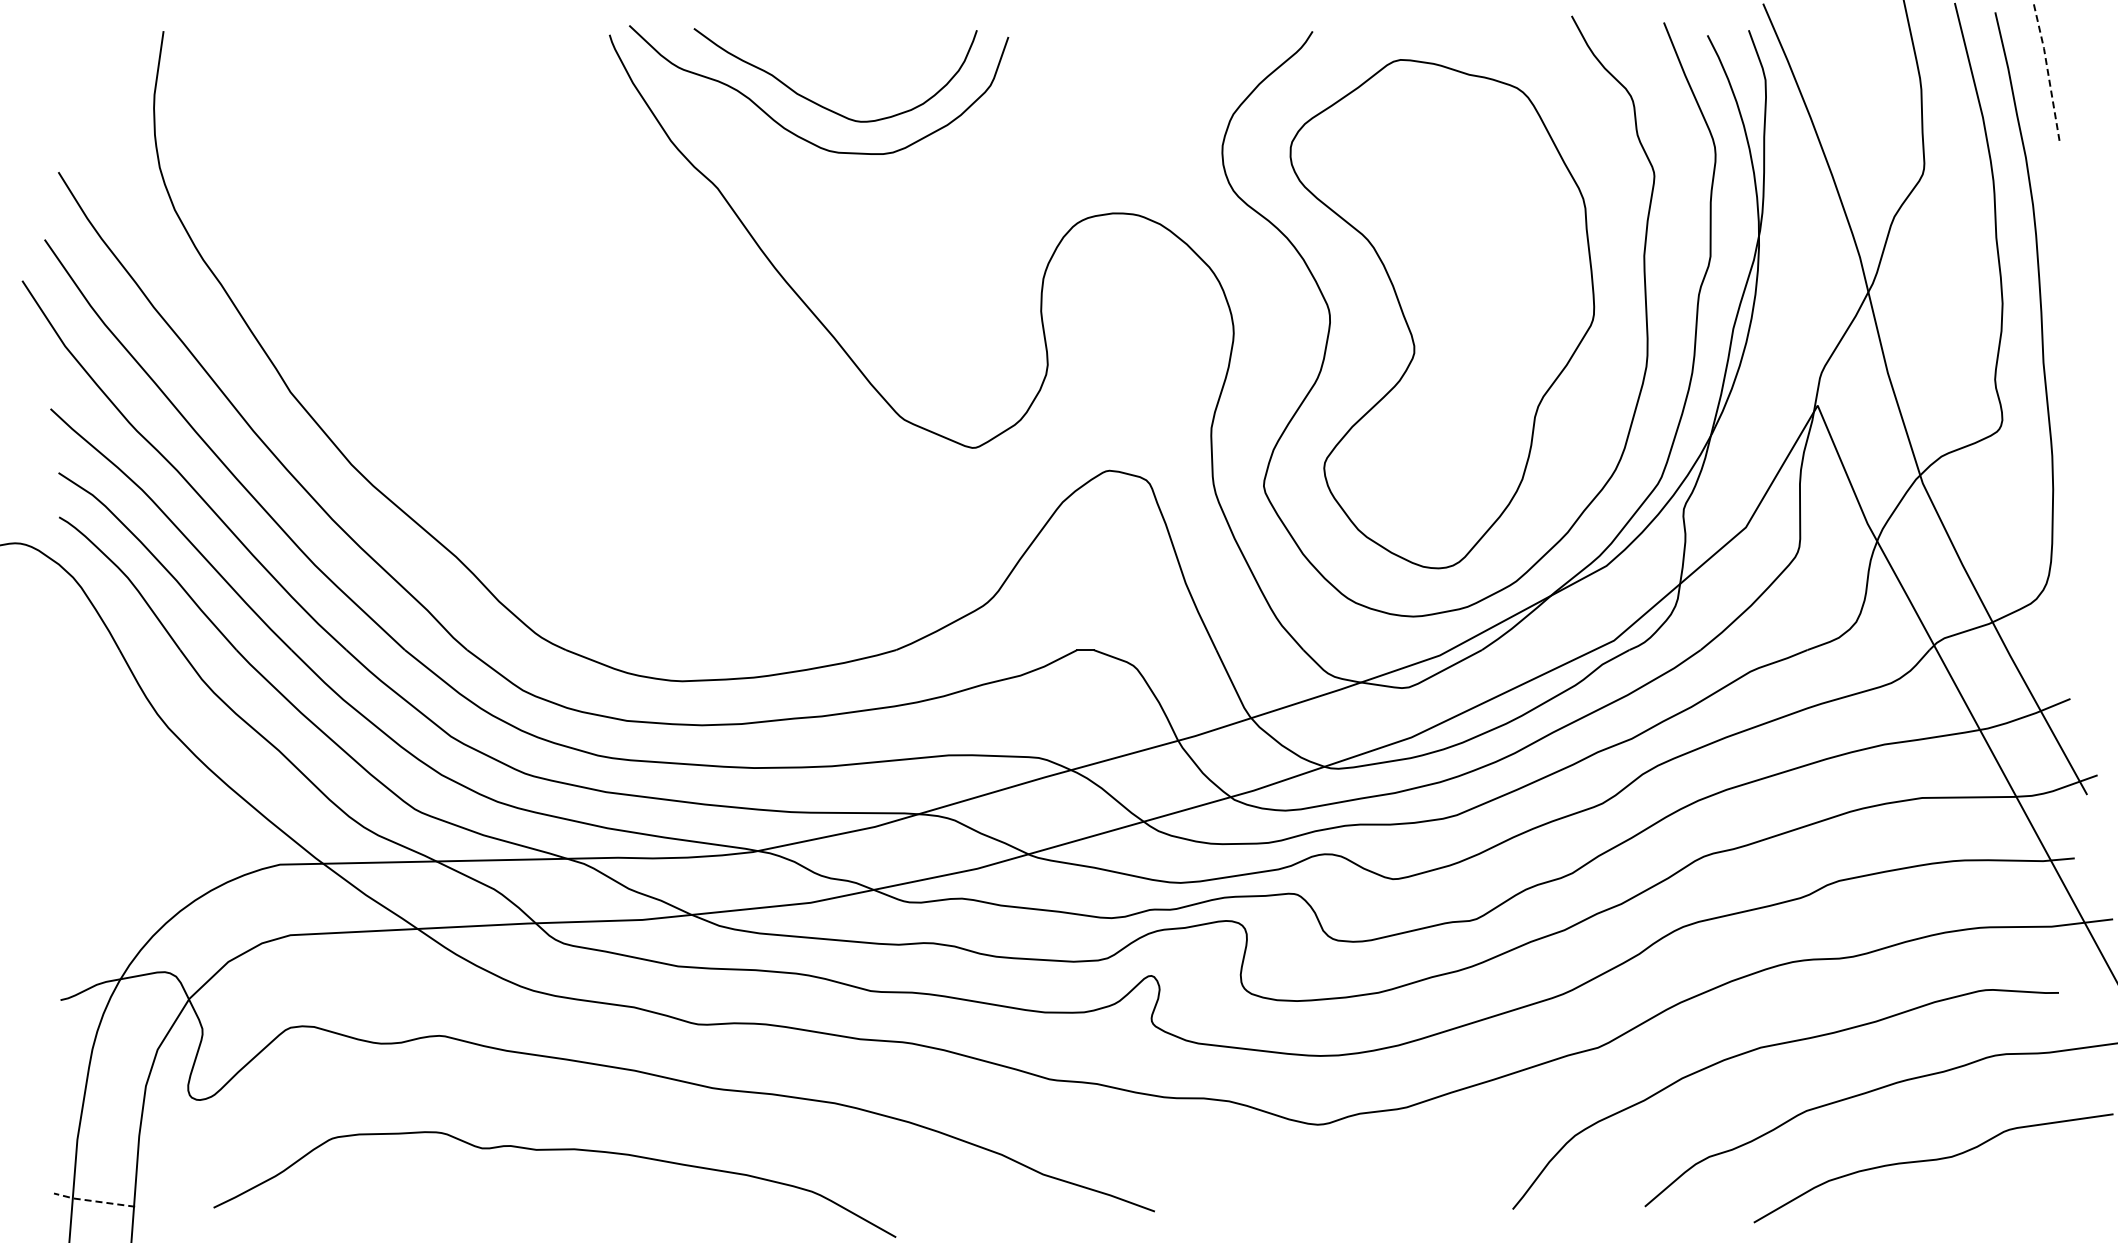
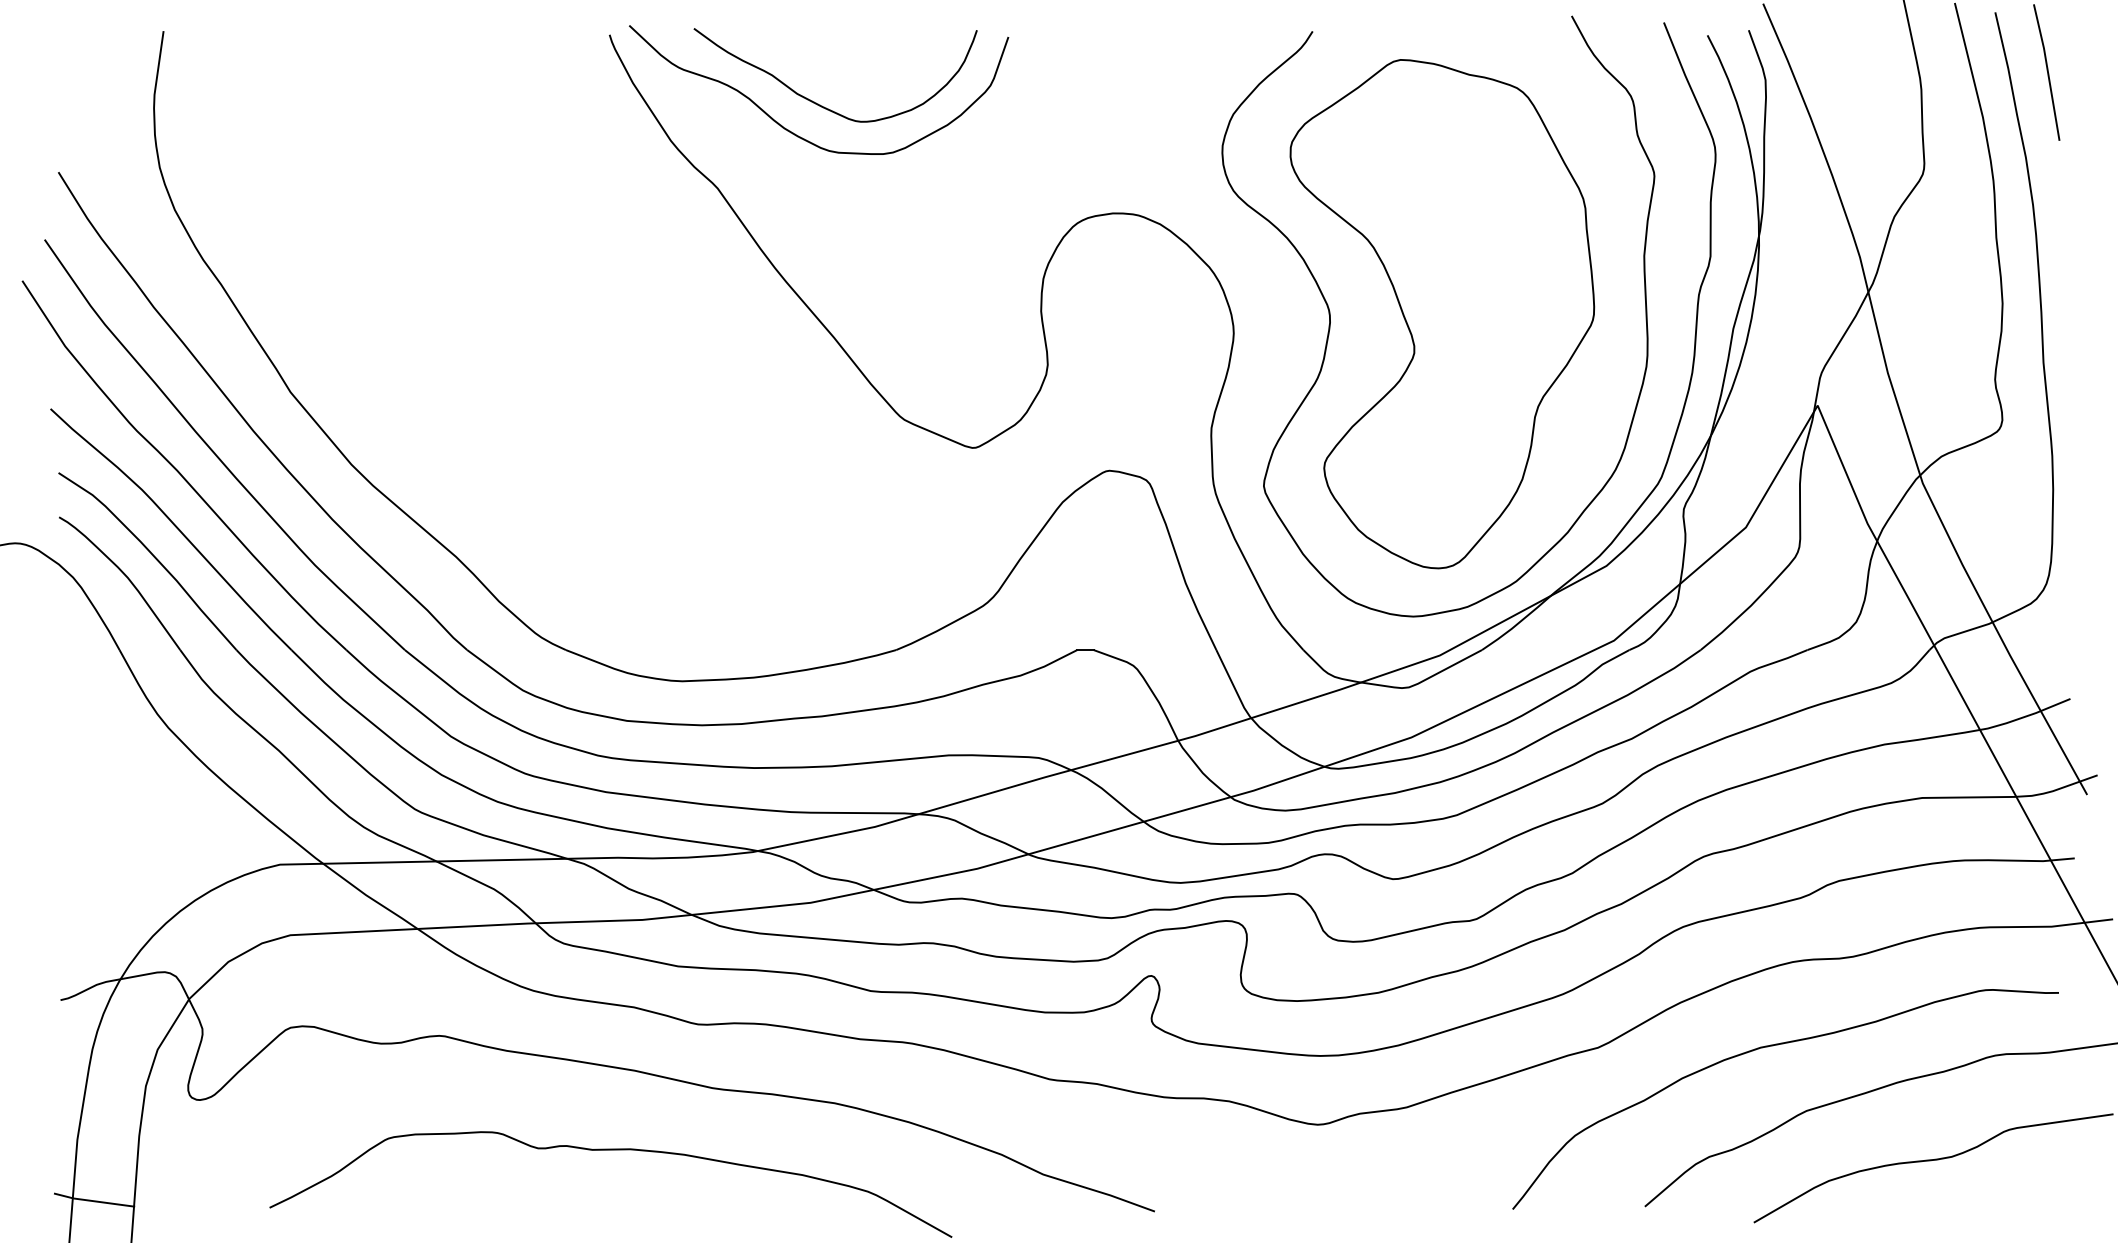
line at (2047, 72): dashed -> solid
curve at (554, 1150) position: (554, 1150) -> (610, 1150)
line at (93, 1201): dashed -> solid
